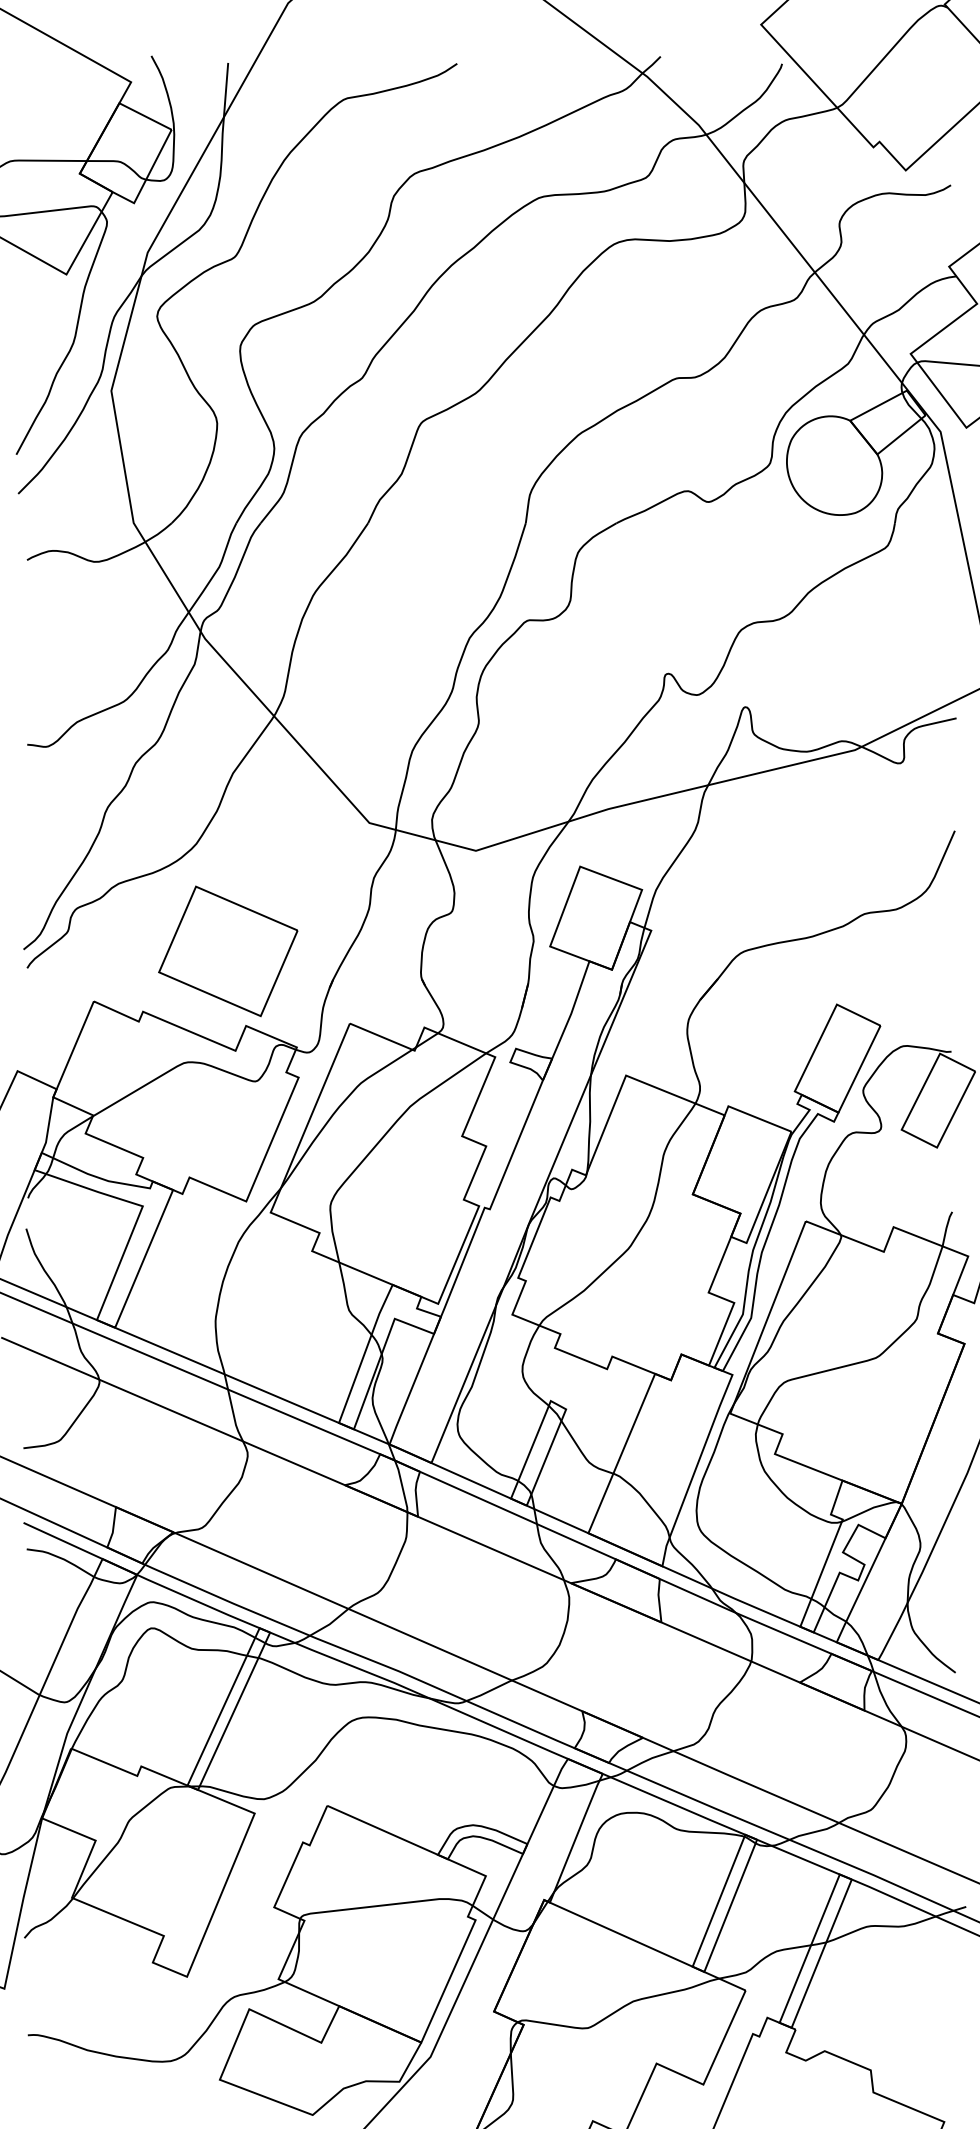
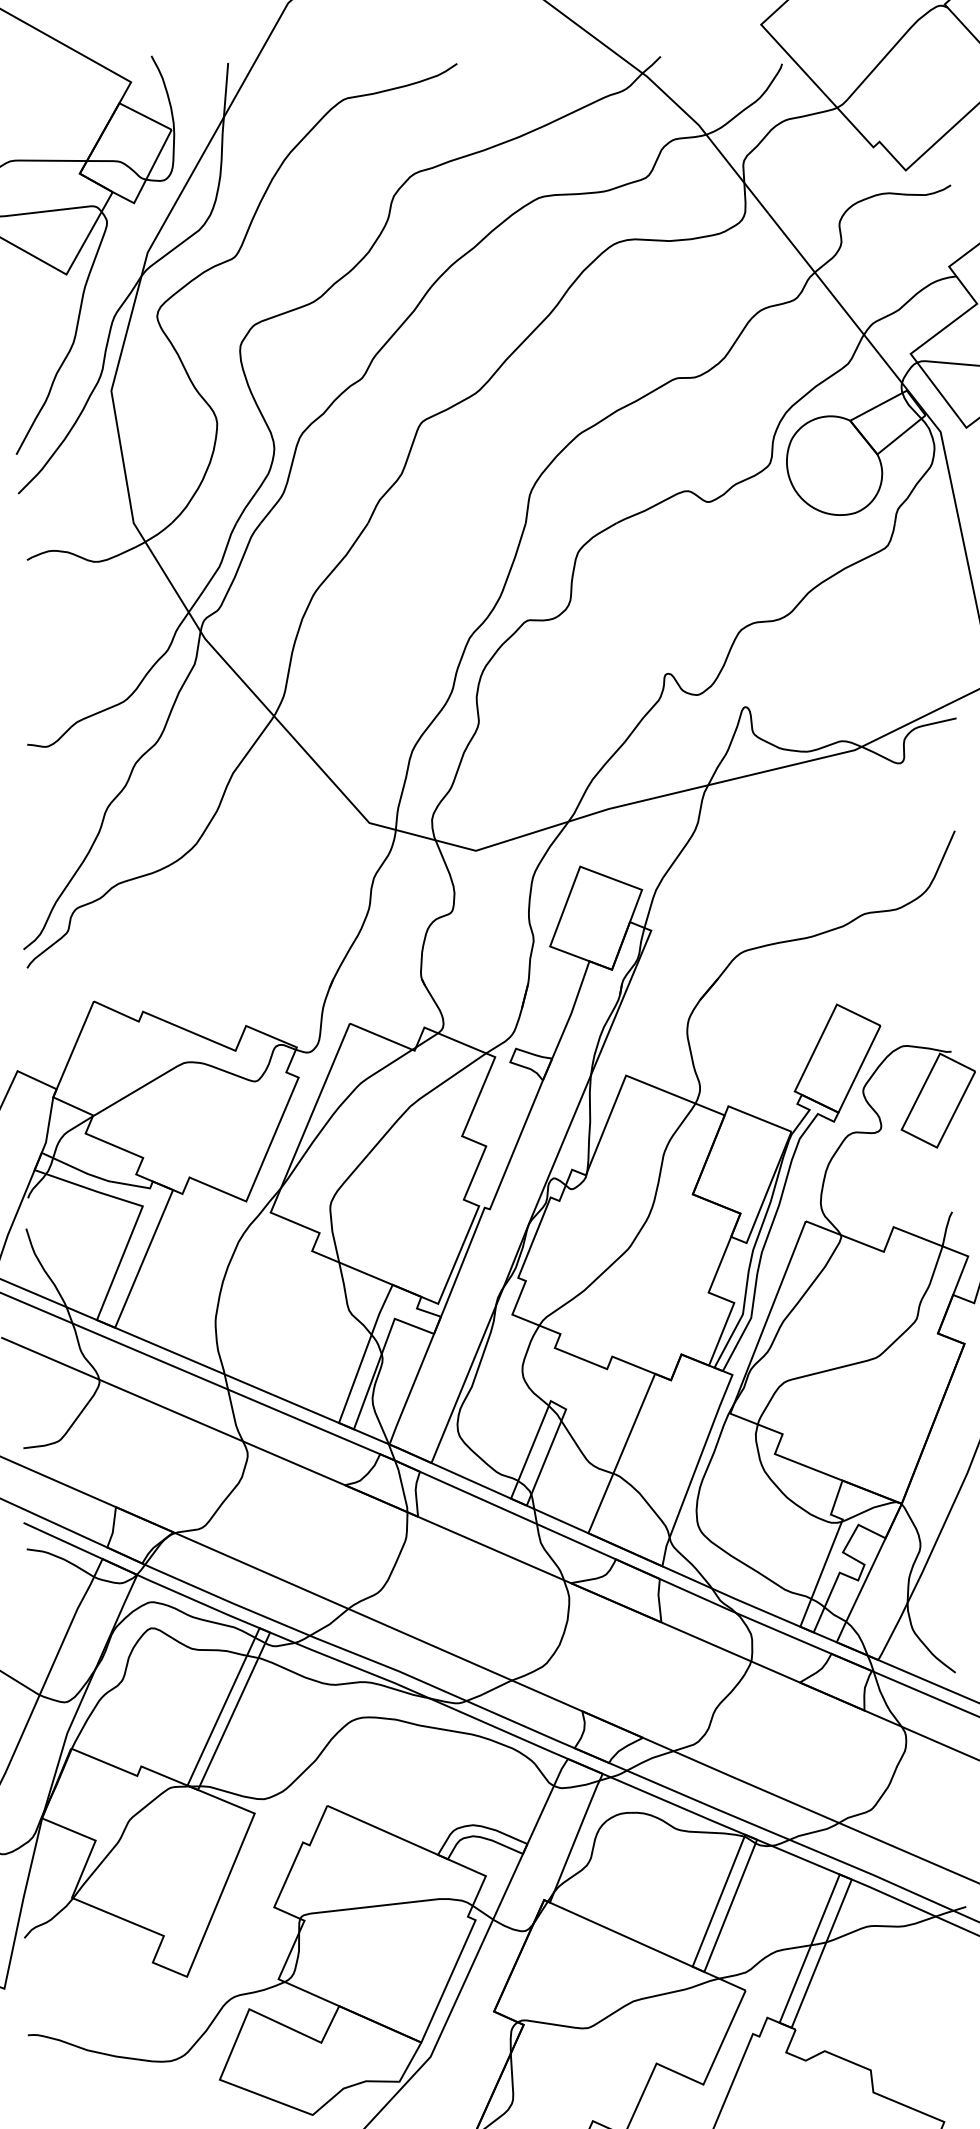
part at (228, 951): present -> none
